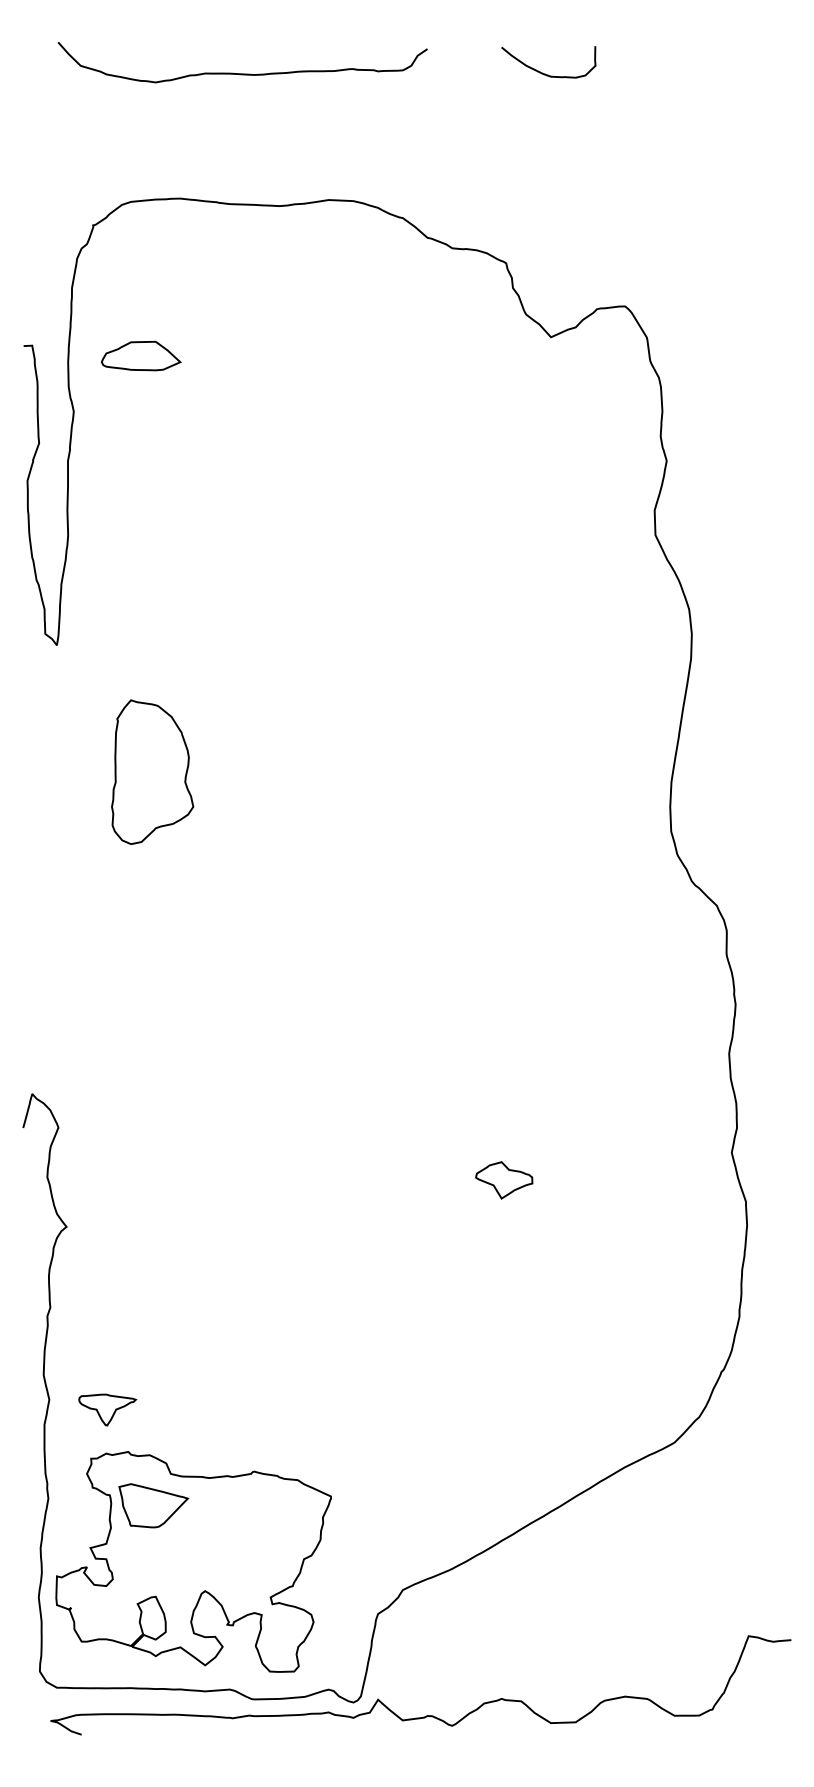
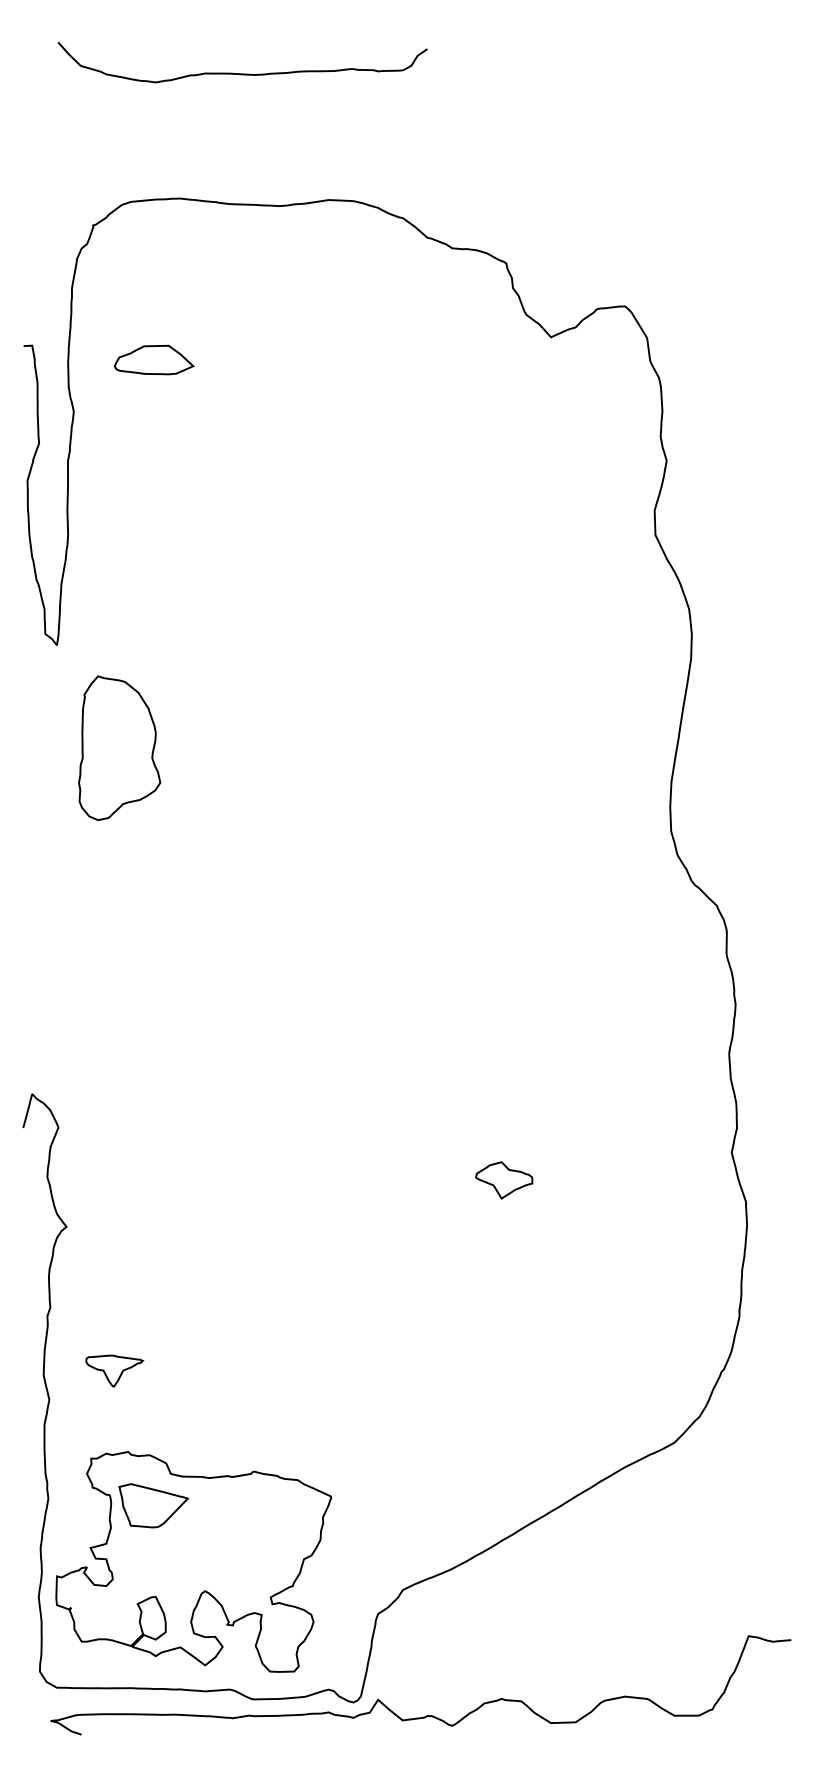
curve at (545, 73): present -> none
part at (140, 355) position: (140, 355) -> (153, 359)
part at (152, 771) position: (152, 771) -> (119, 747)
part at (107, 1409) position: (107, 1409) -> (114, 1370)
